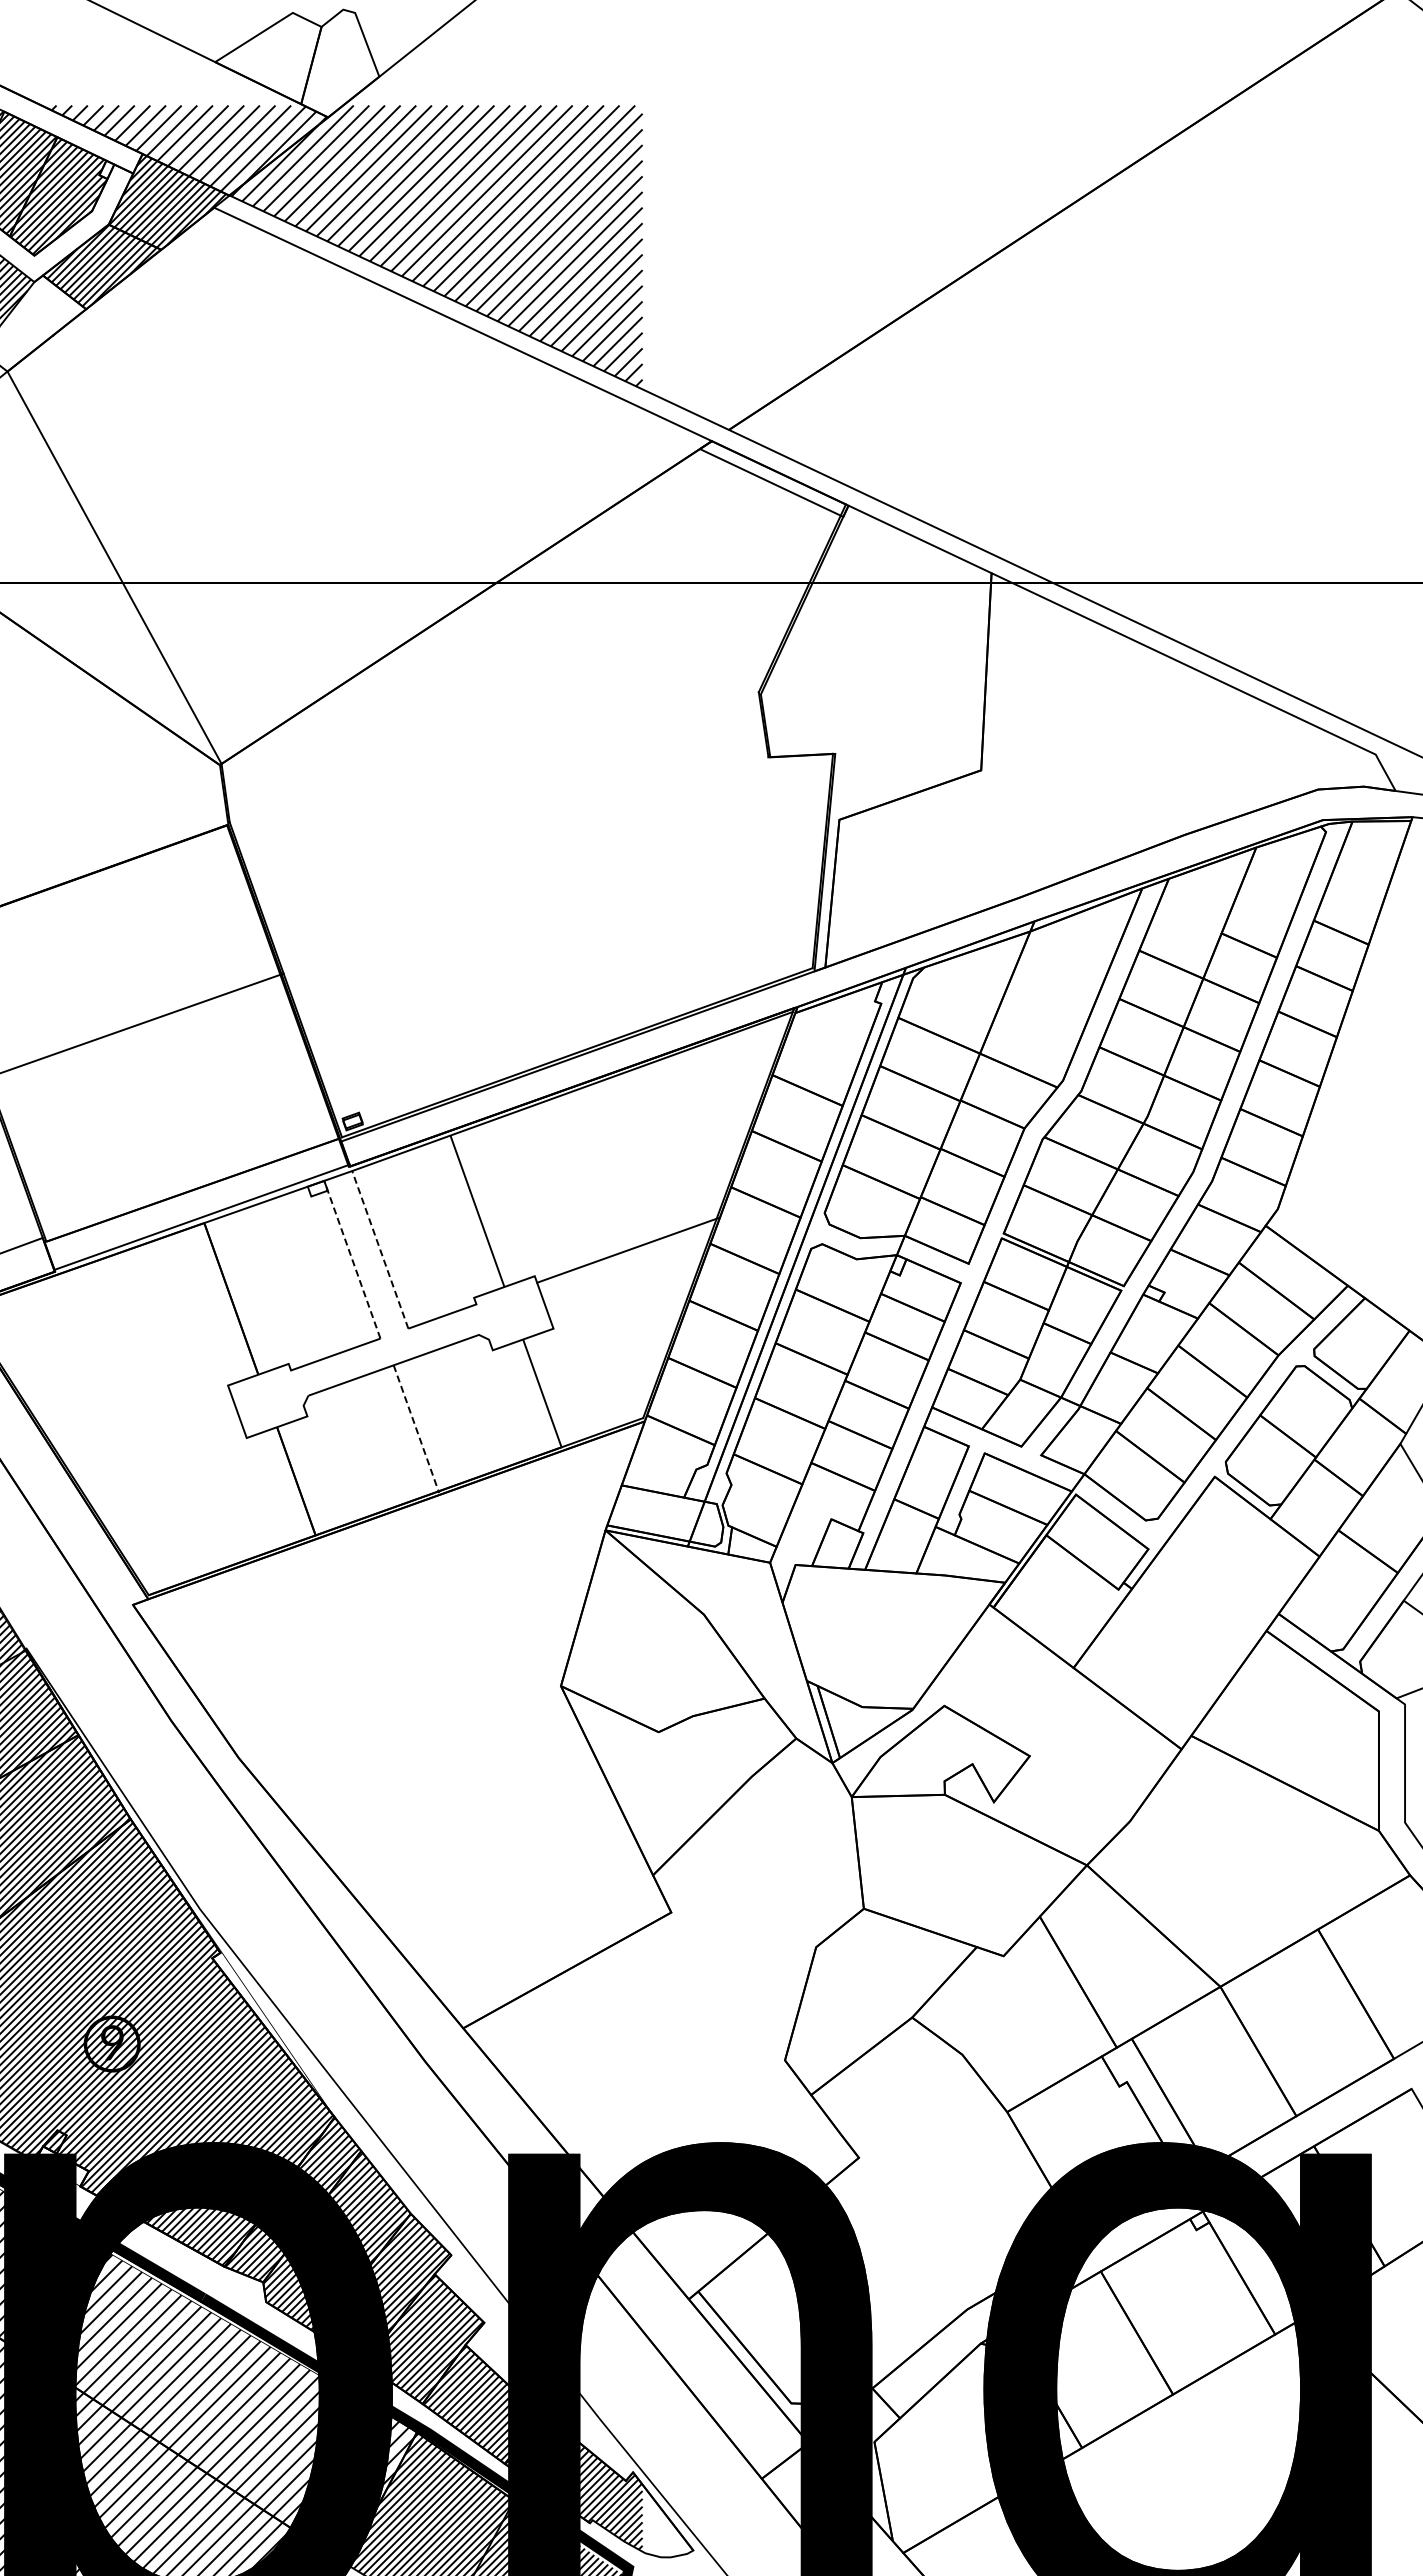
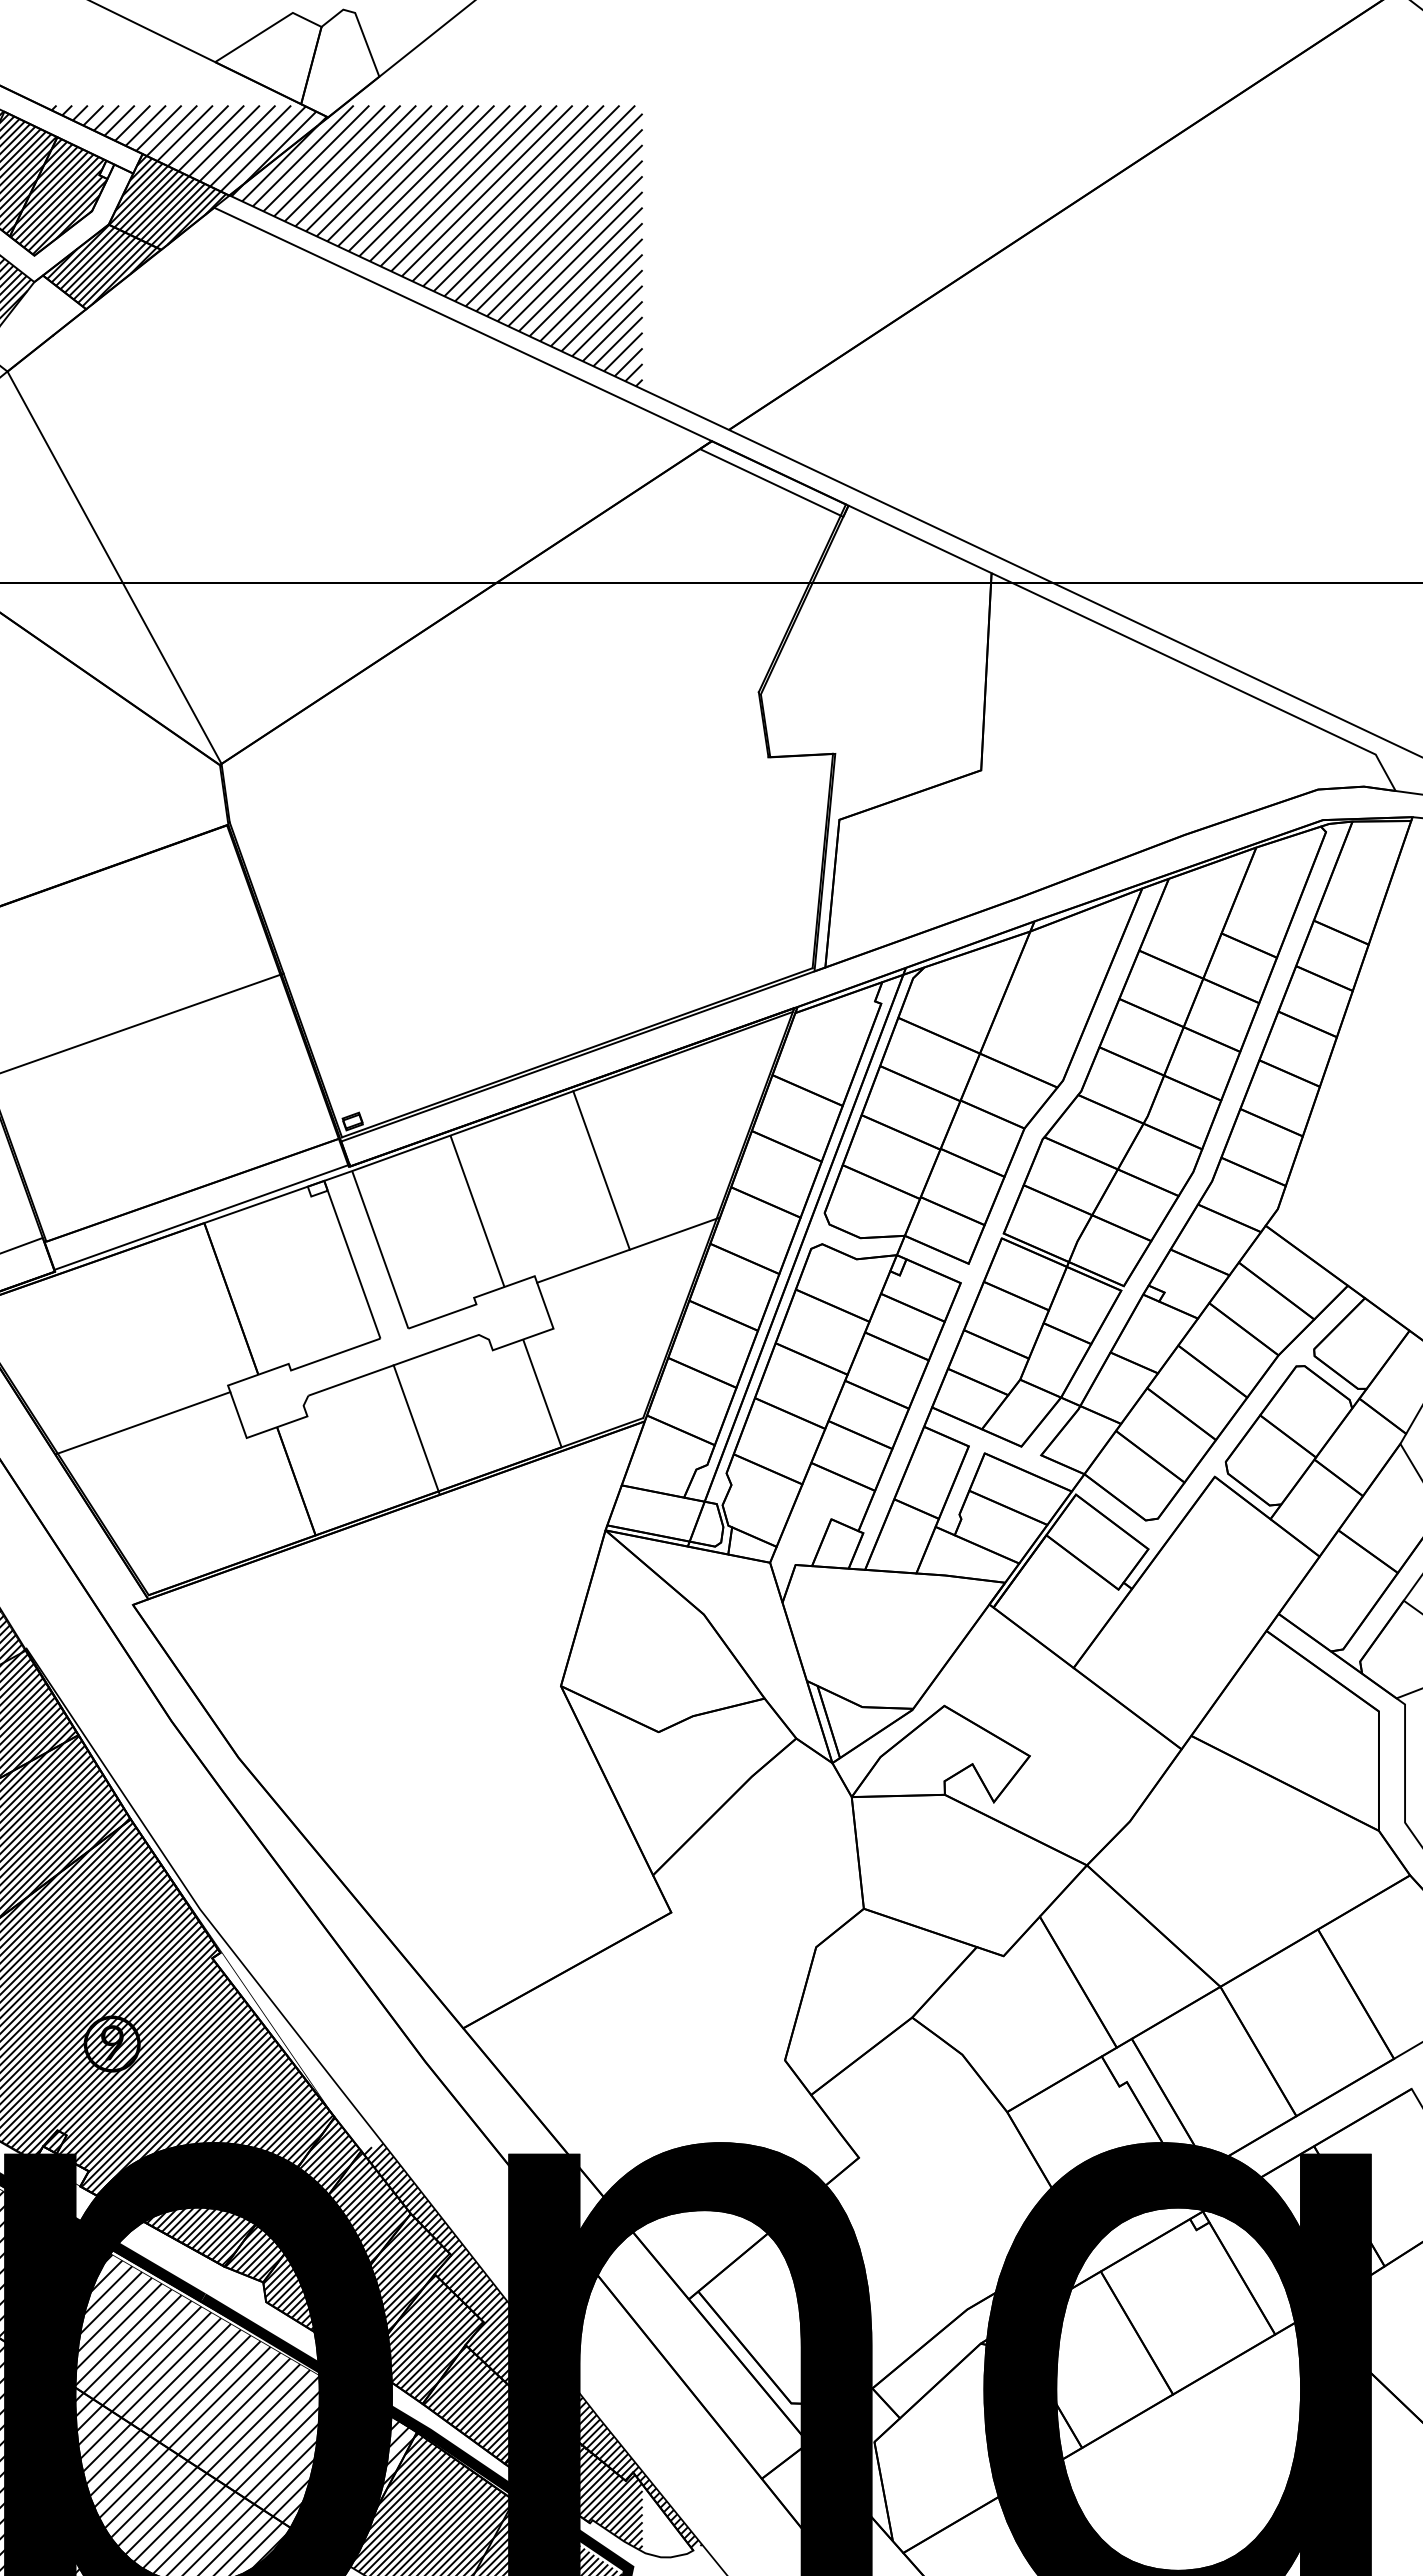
line at (601, 1170): none -> present
line at (380, 1249): dashed -> solid
line at (352, 1259): dashed -> solid
line at (143, 1423): none -> present
line at (416, 1429): dashed -> solid
hatch at (532, 2345): none -> present
